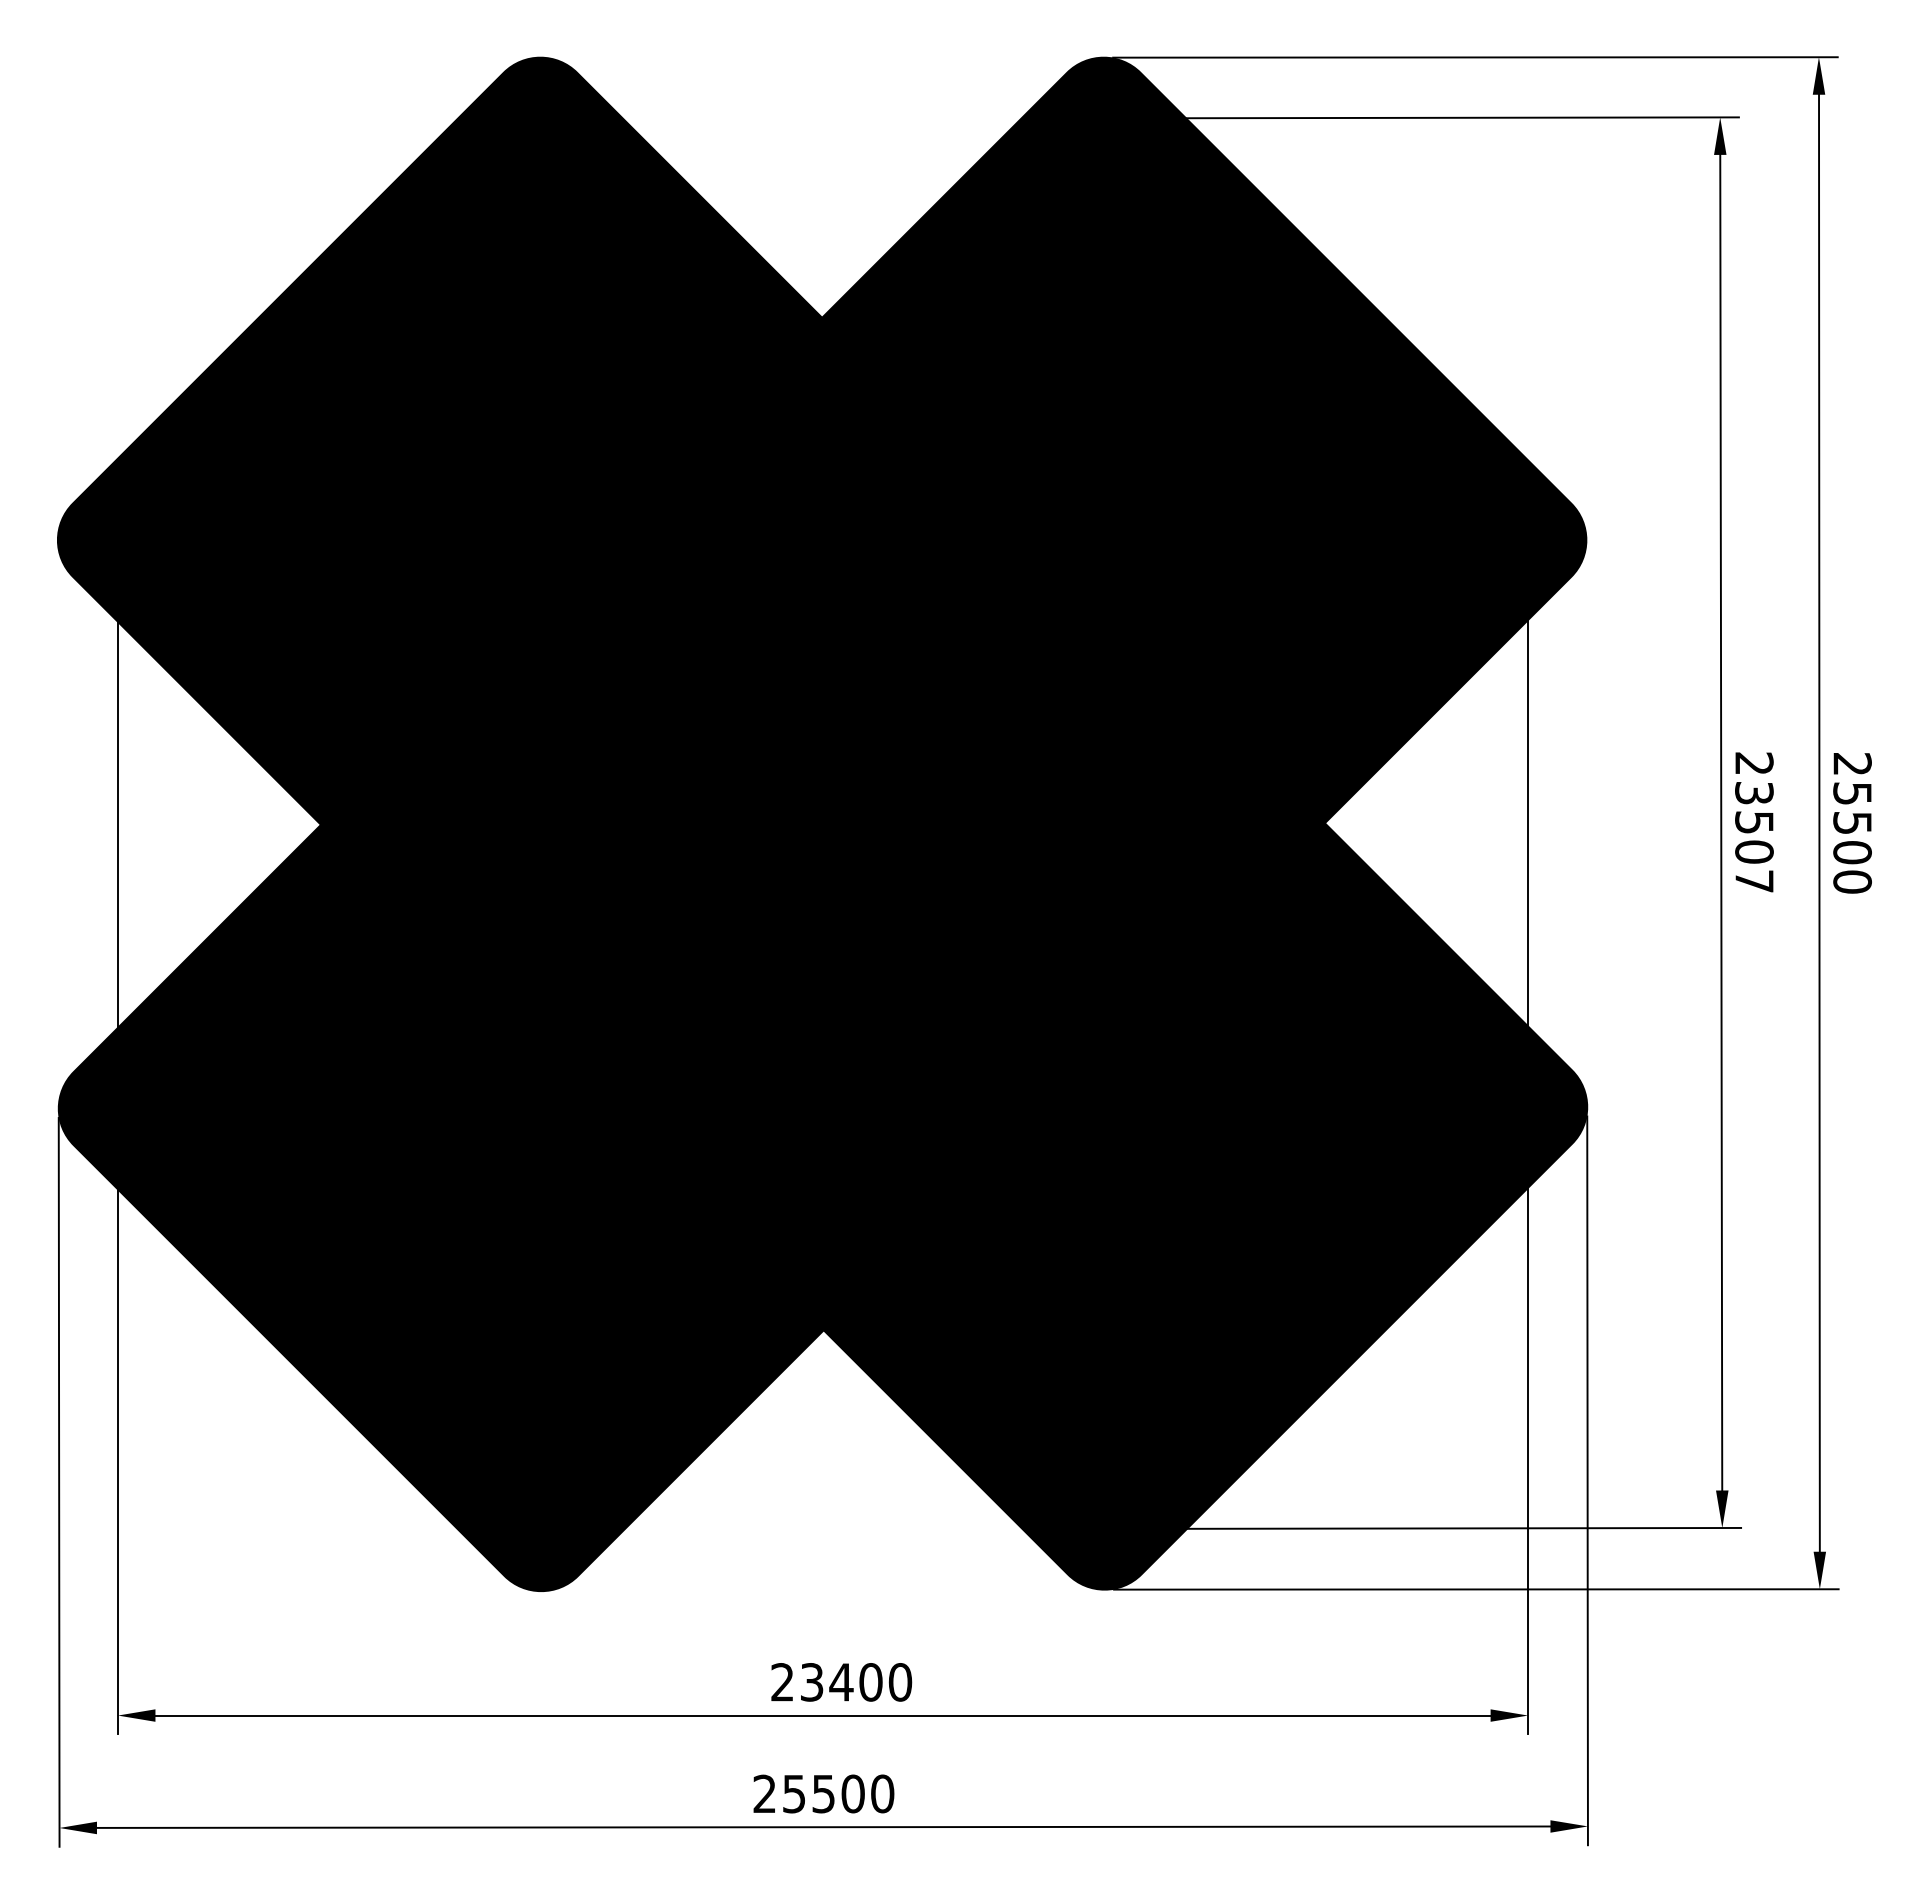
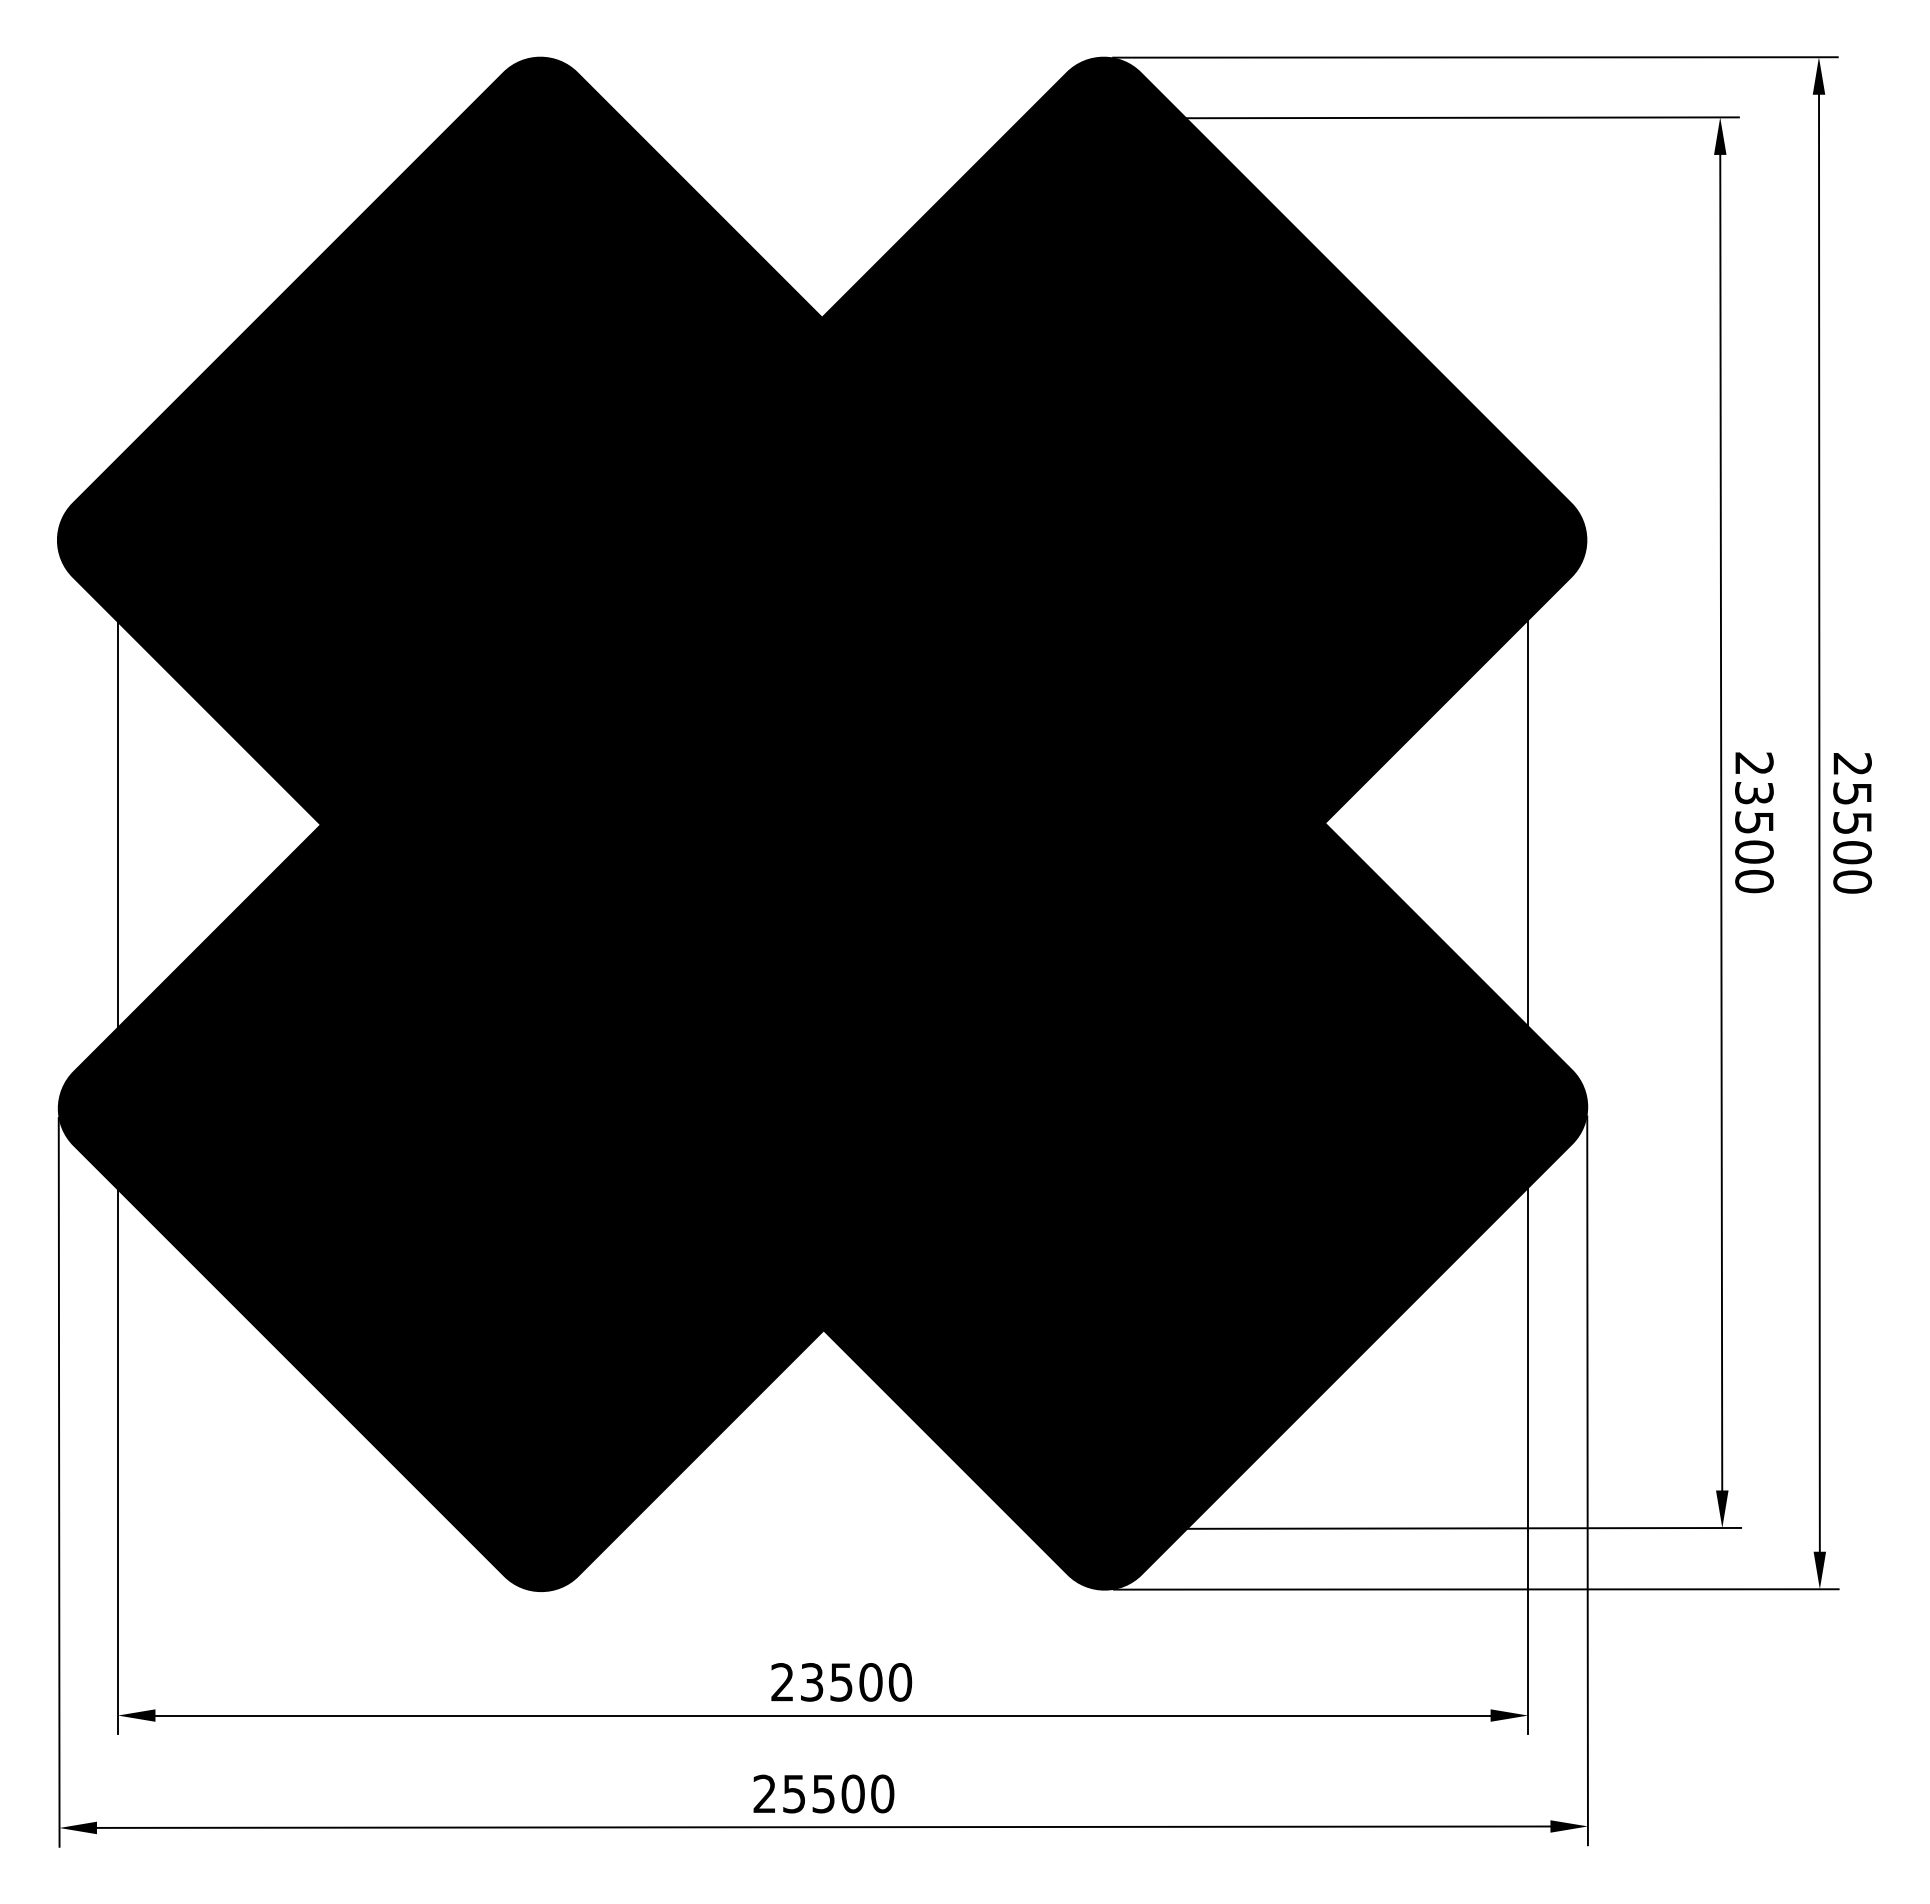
text at (1754, 881): 23507 -> 23500
text at (841, 1682): 23400 -> 23500
